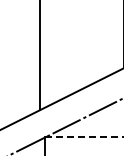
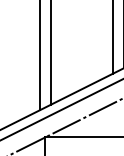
line at (113, 37): none -> present
line at (50, 53): none -> present
line at (61, 109): none -> present
line at (84, 137): dashed -> solid
